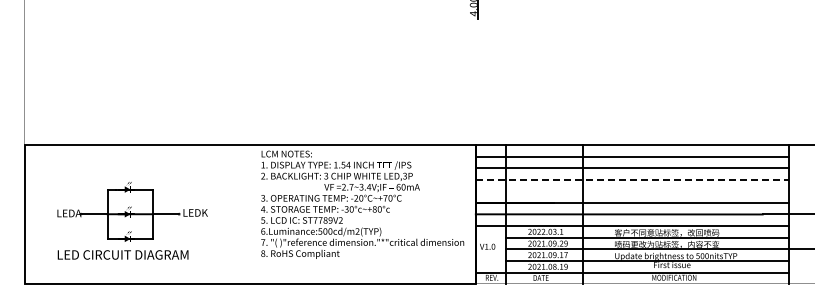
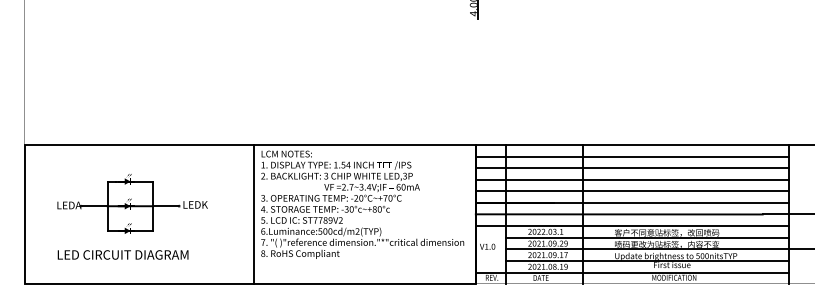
line at (632, 179): dashed -> solid
line at (632, 191): none -> present
part at (132, 211) position: (132, 211) -> (132, 203)
line at (253, 213): none -> present
